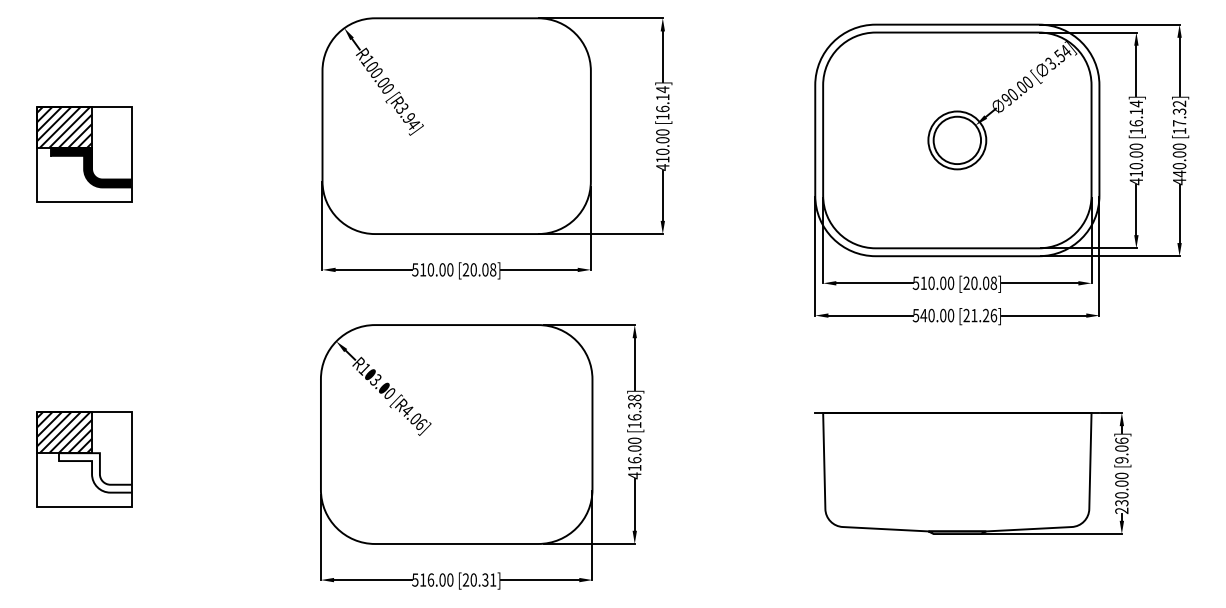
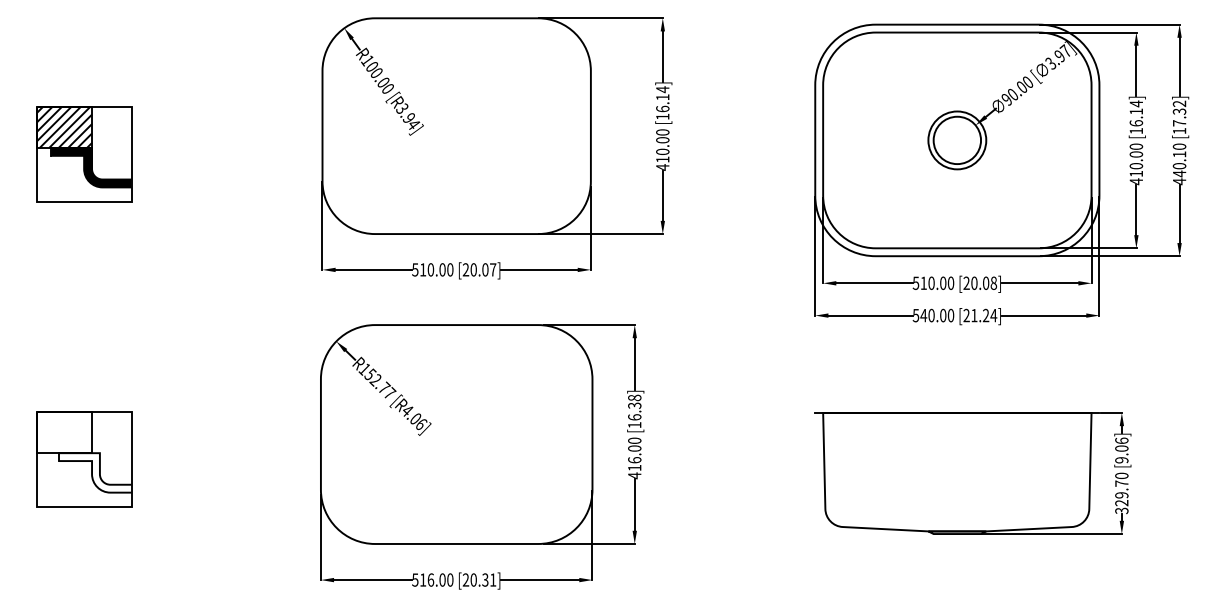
text at (1062, 53): 3.54] -> 3.97]
text at (1179, 154): 440.00 -> 440.10
text at (493, 269): [20.08] -> [20.07]
text at (993, 315): [21.26] -> [21.24]
text at (380, 383): R103.00 -> R152.77
hatch at (64, 432): present -> none
text at (1121, 497): 230.00 -> 329.70
